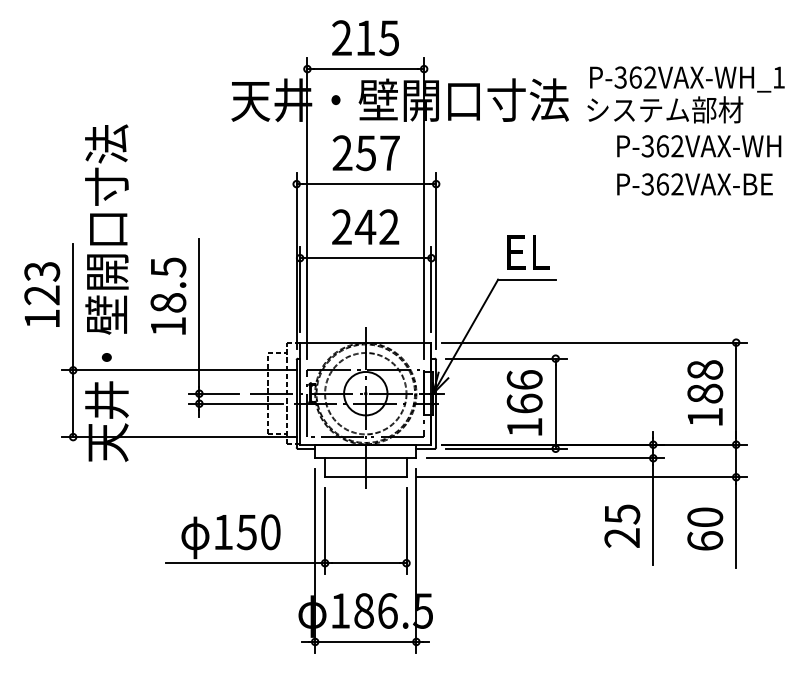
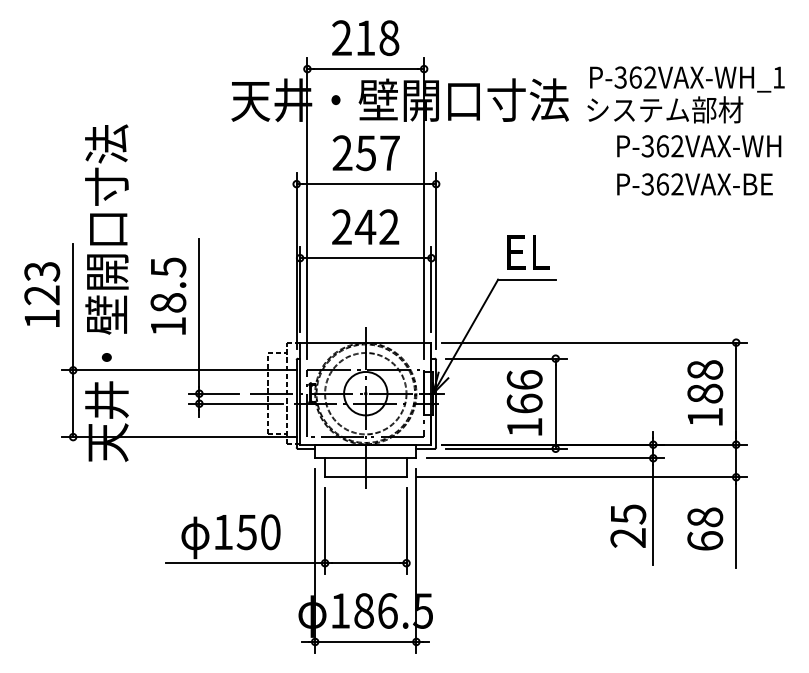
text at (389, 37): 215 -> 218
text at (705, 517): 60 -> 68
text at (622, 525) position: (622, 525) -> (628, 525)
